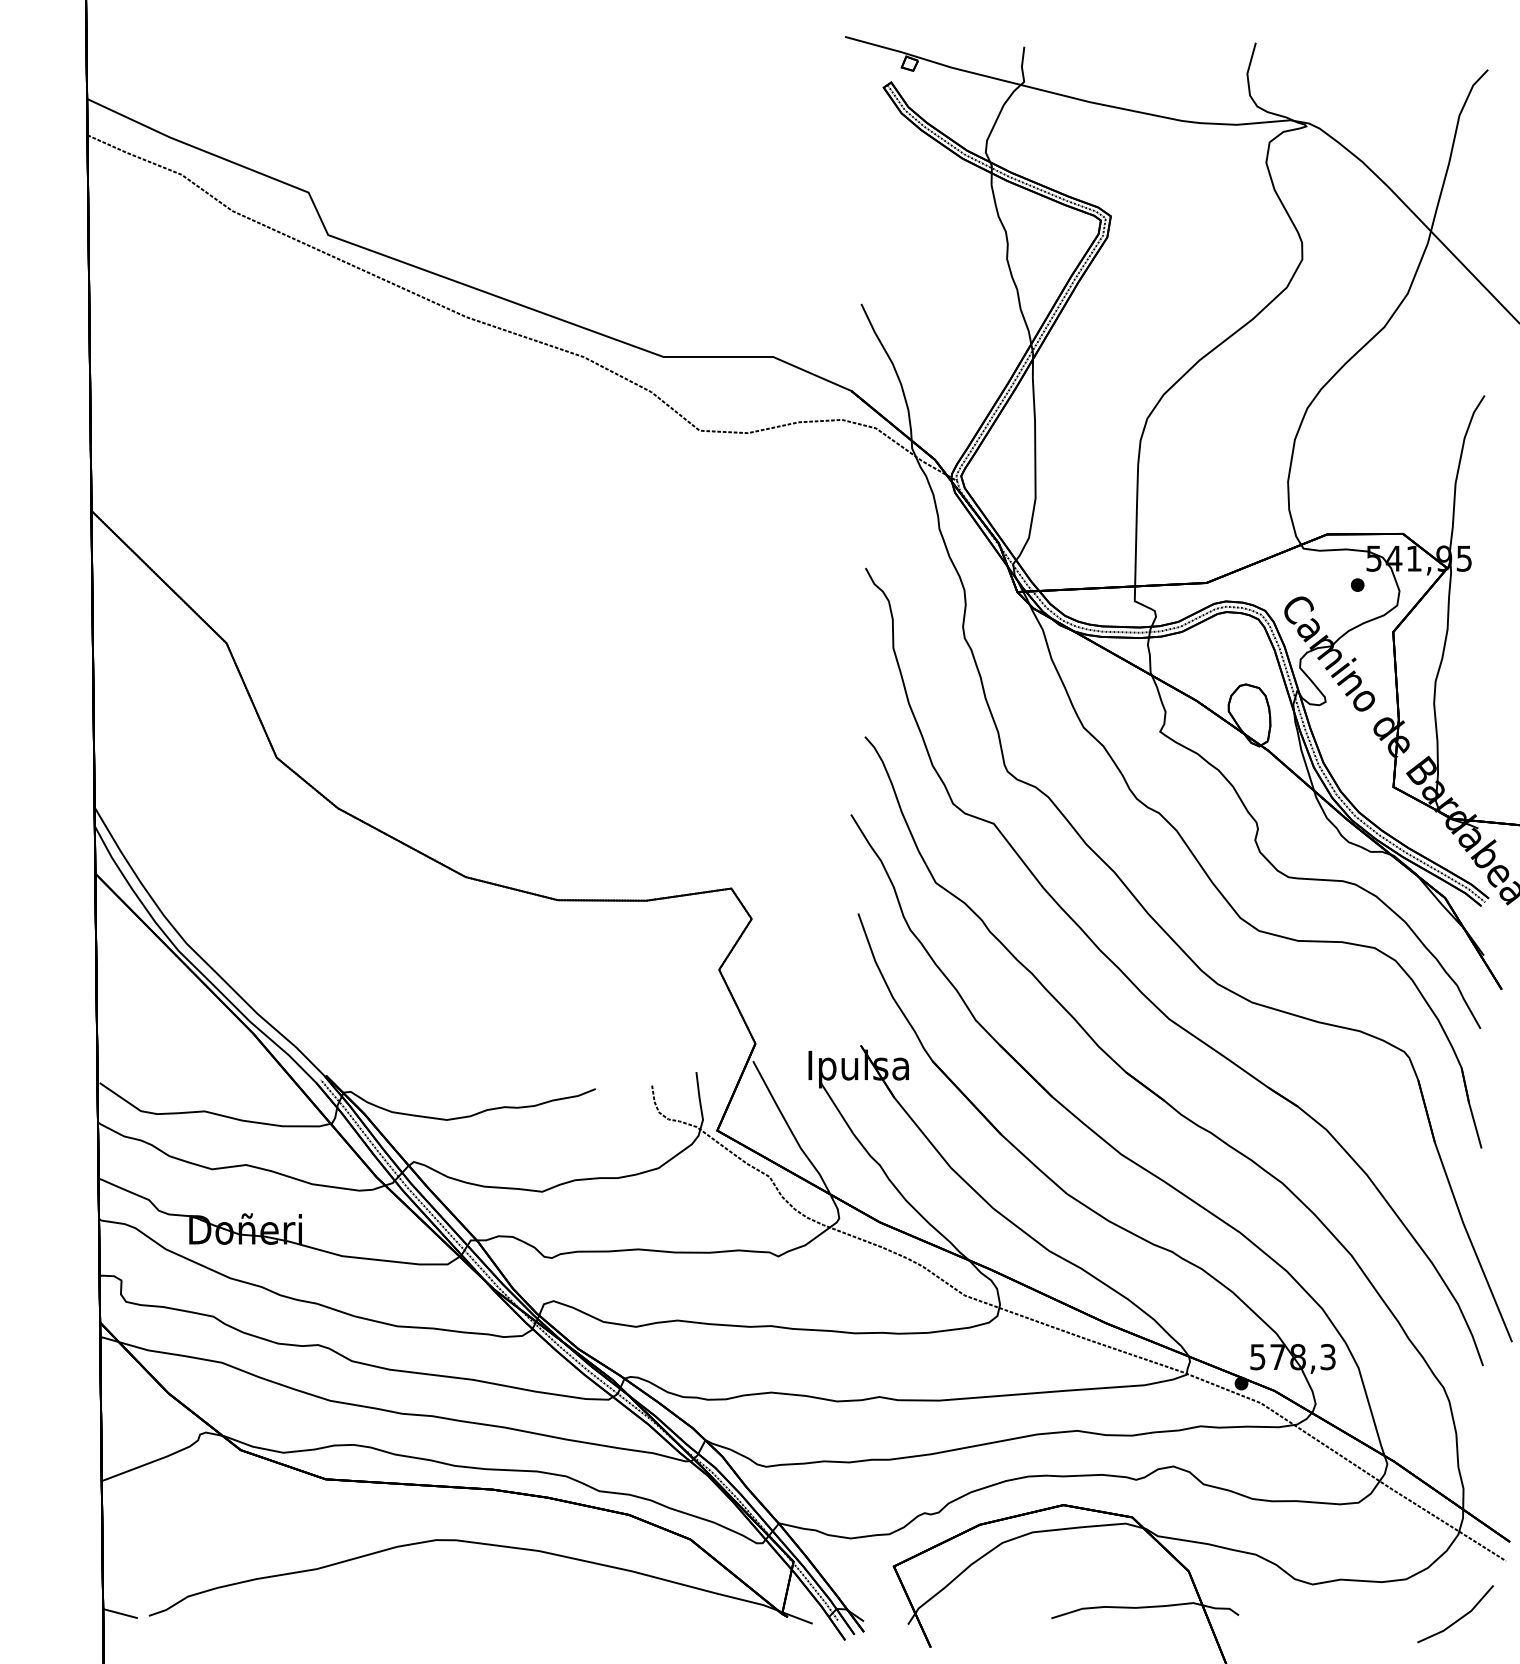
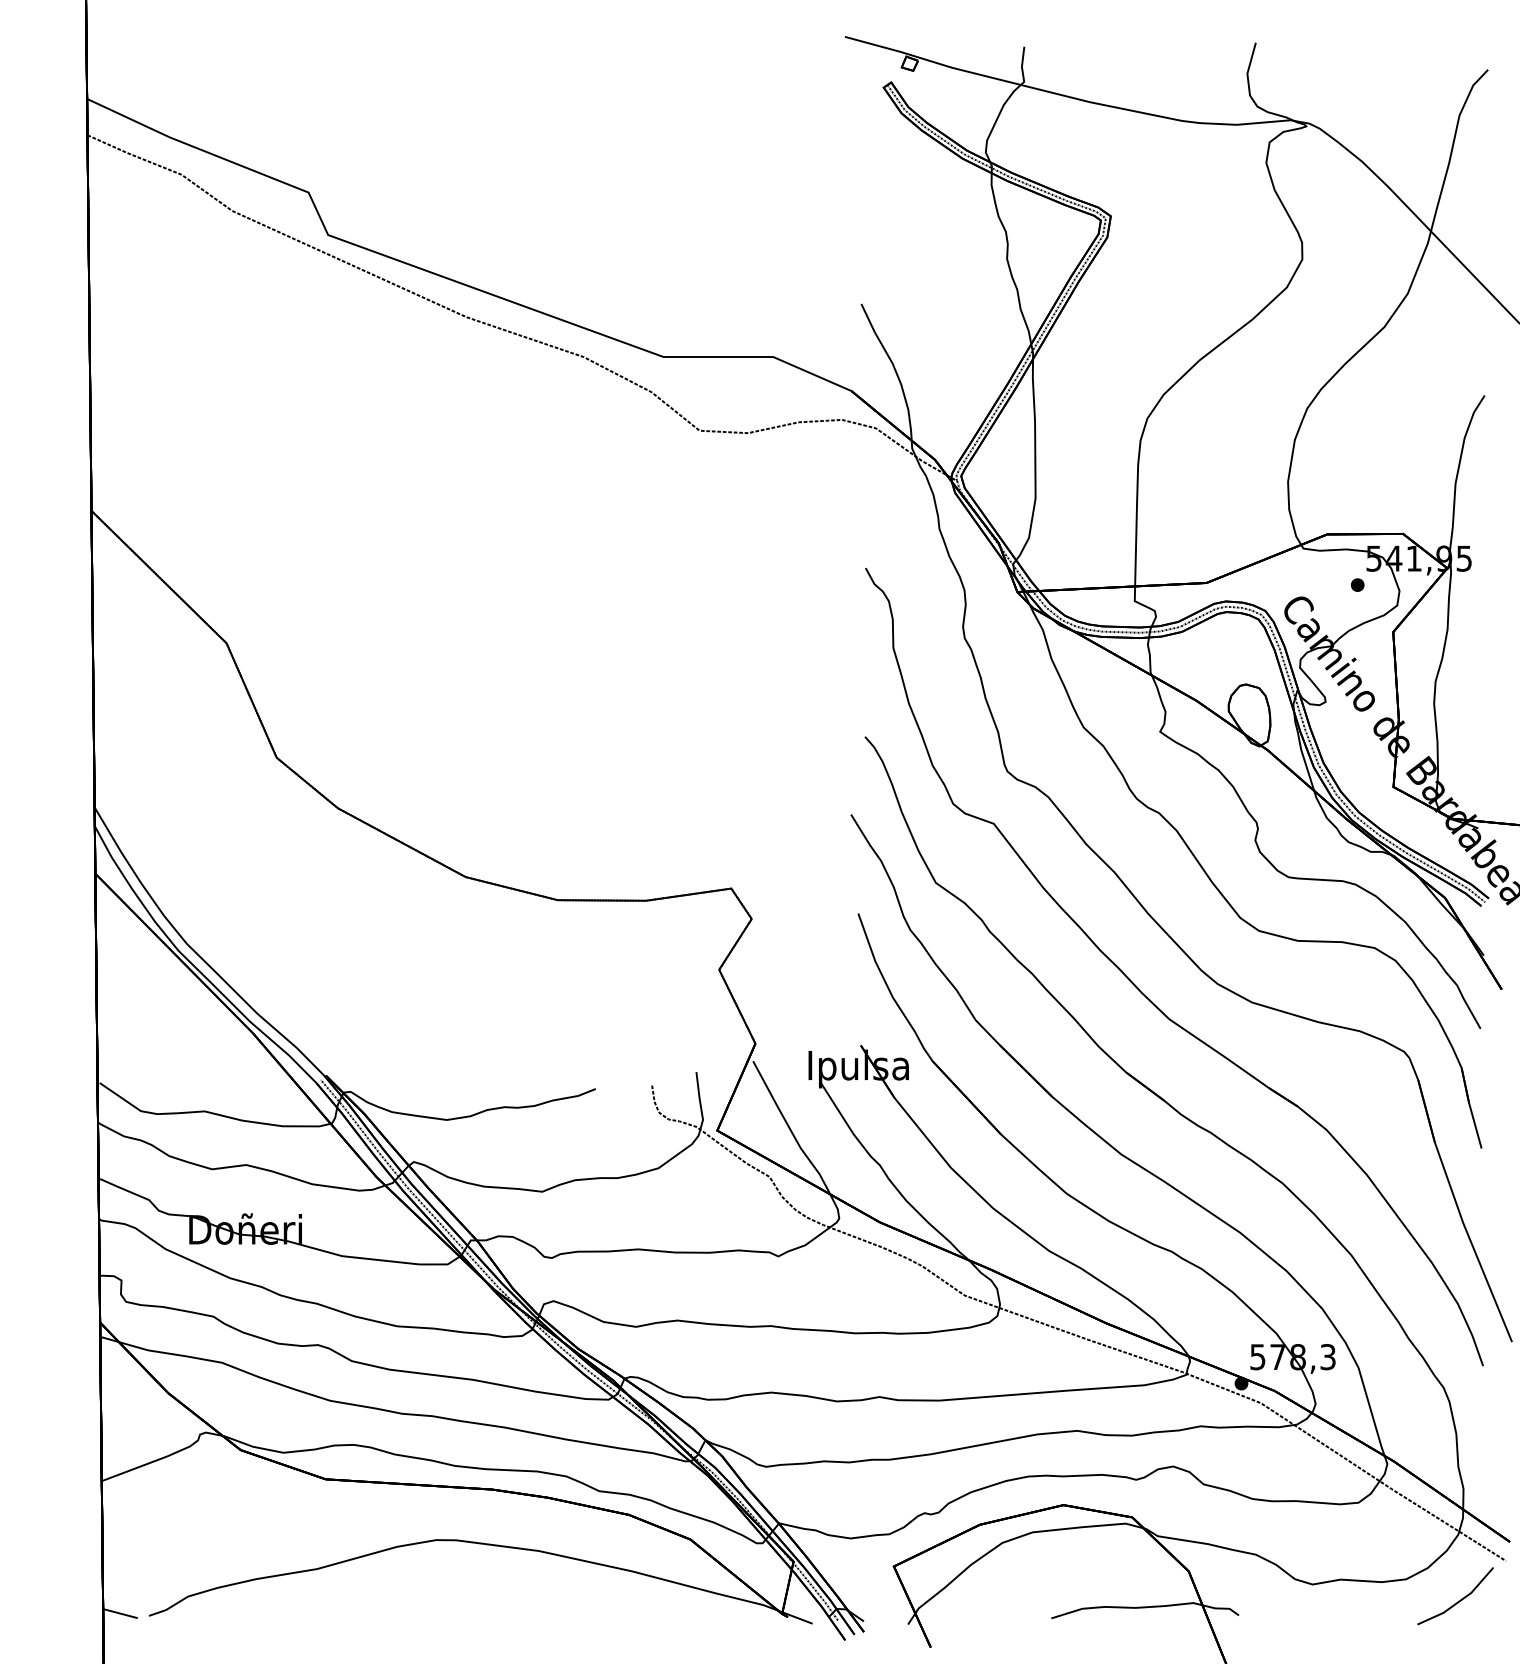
line at (1458, 1618) position: (1458, 1618) -> (1458, 1600)
